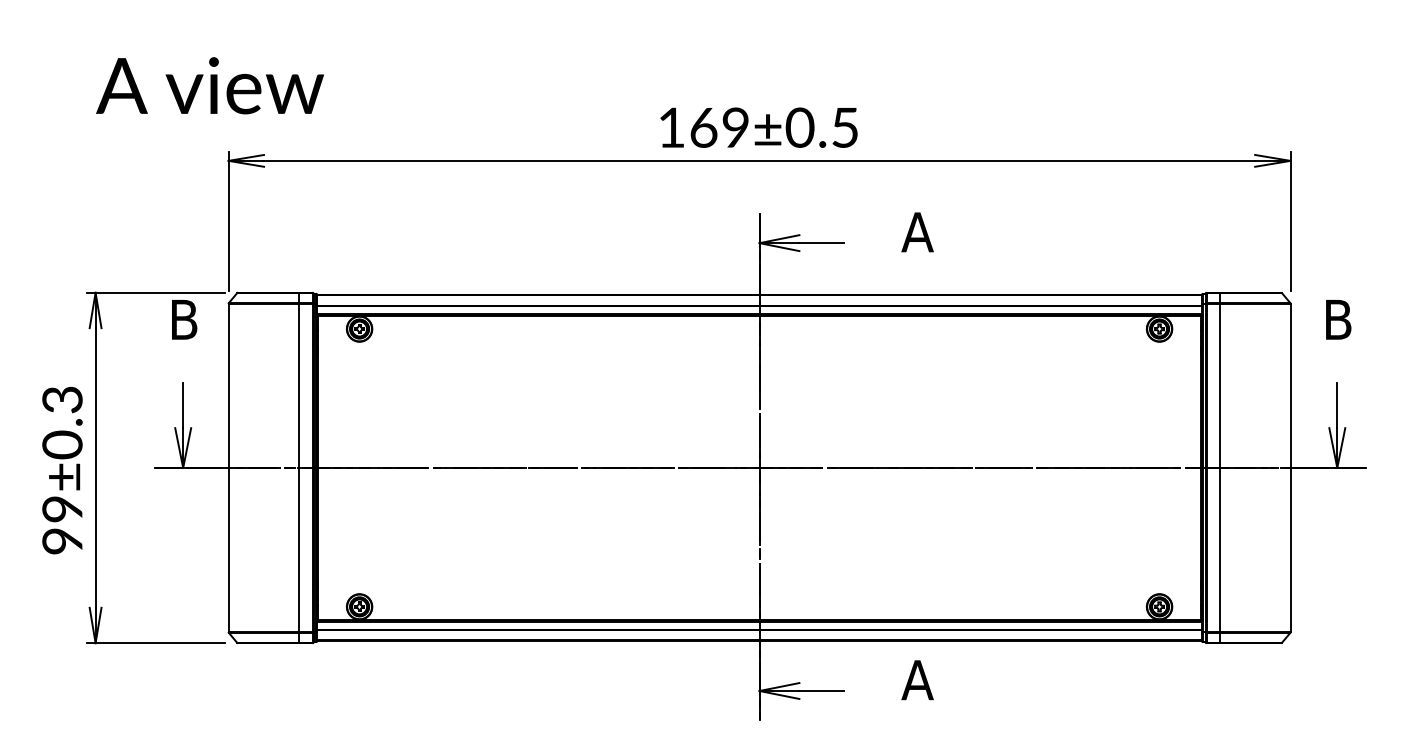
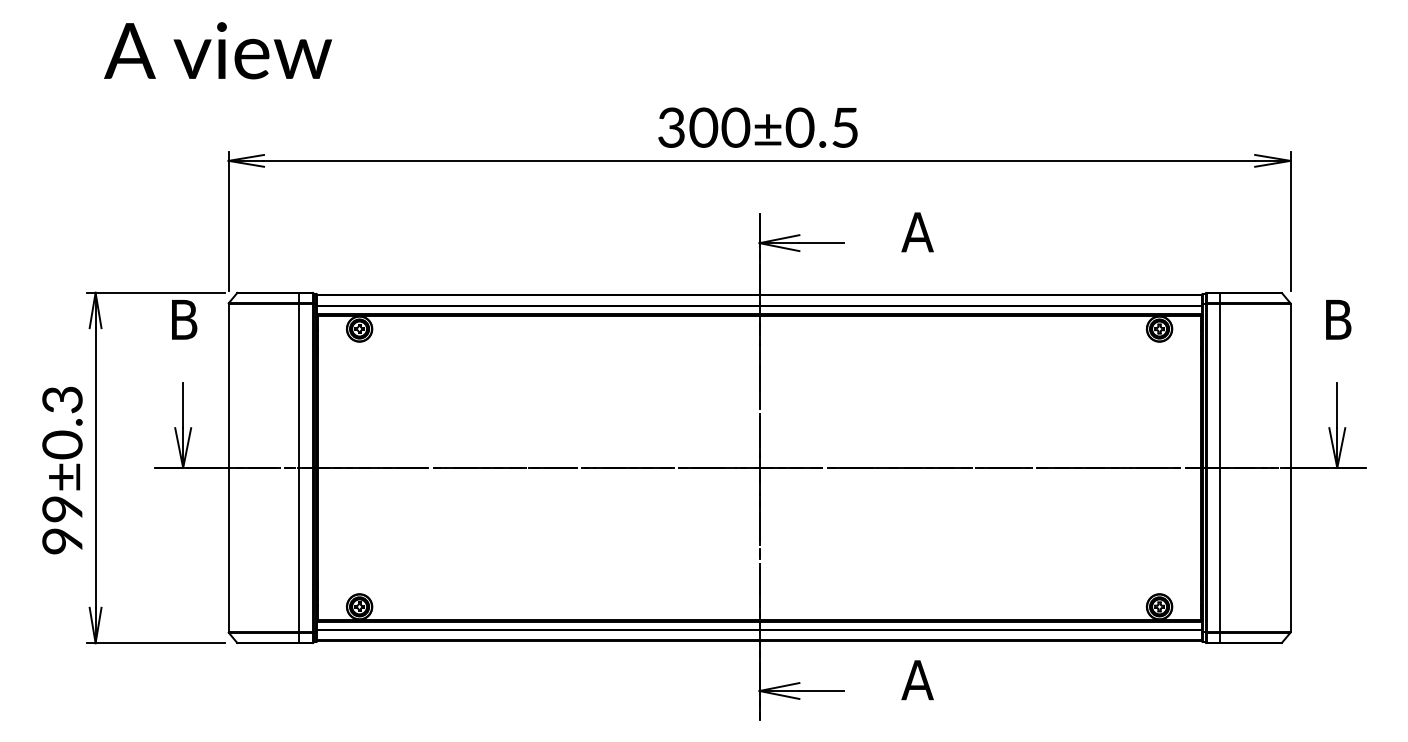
text at (209, 85) position: (209, 85) -> (217, 50)
text at (704, 127): 169±0.5 -> 300±0.5
